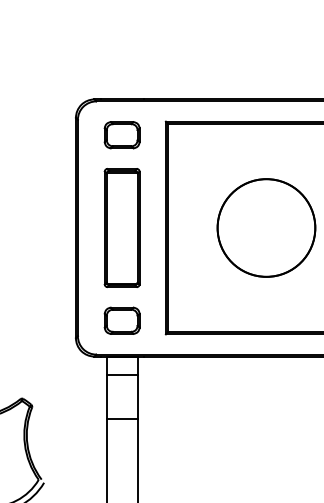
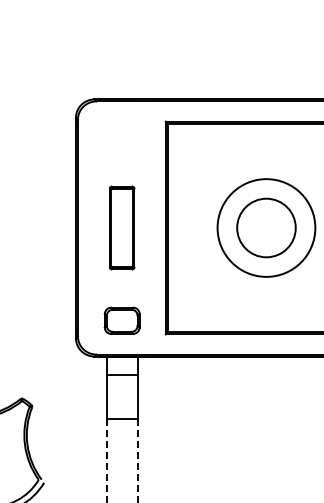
part at (121, 135): present -> none
part at (121, 227) size: 38x120 px -> 28x86 px
circle at (266, 227) diameter: 98 px -> 59 px
line at (106, 461): solid -> dashed
line at (137, 461): solid -> dashed
